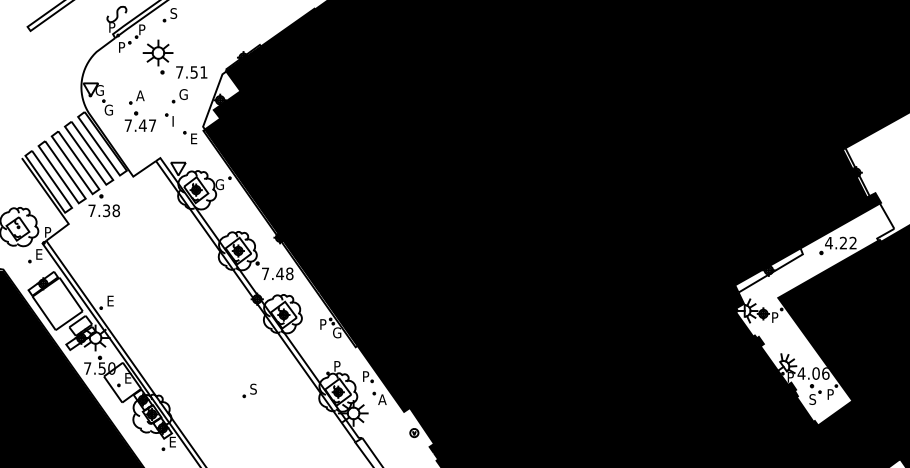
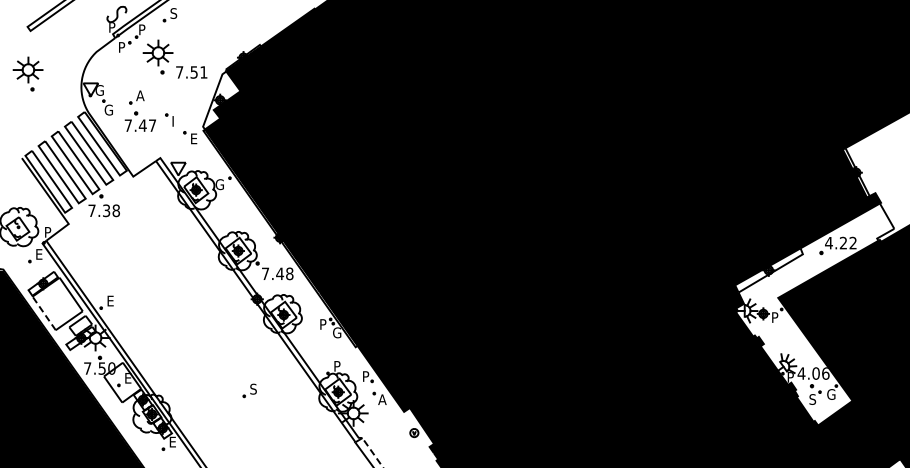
part at (27, 73): none -> present
part at (179, 96): present -> none
line at (43, 313): solid -> dashed
text at (831, 394): P -> G
line at (372, 452): solid -> dashed
